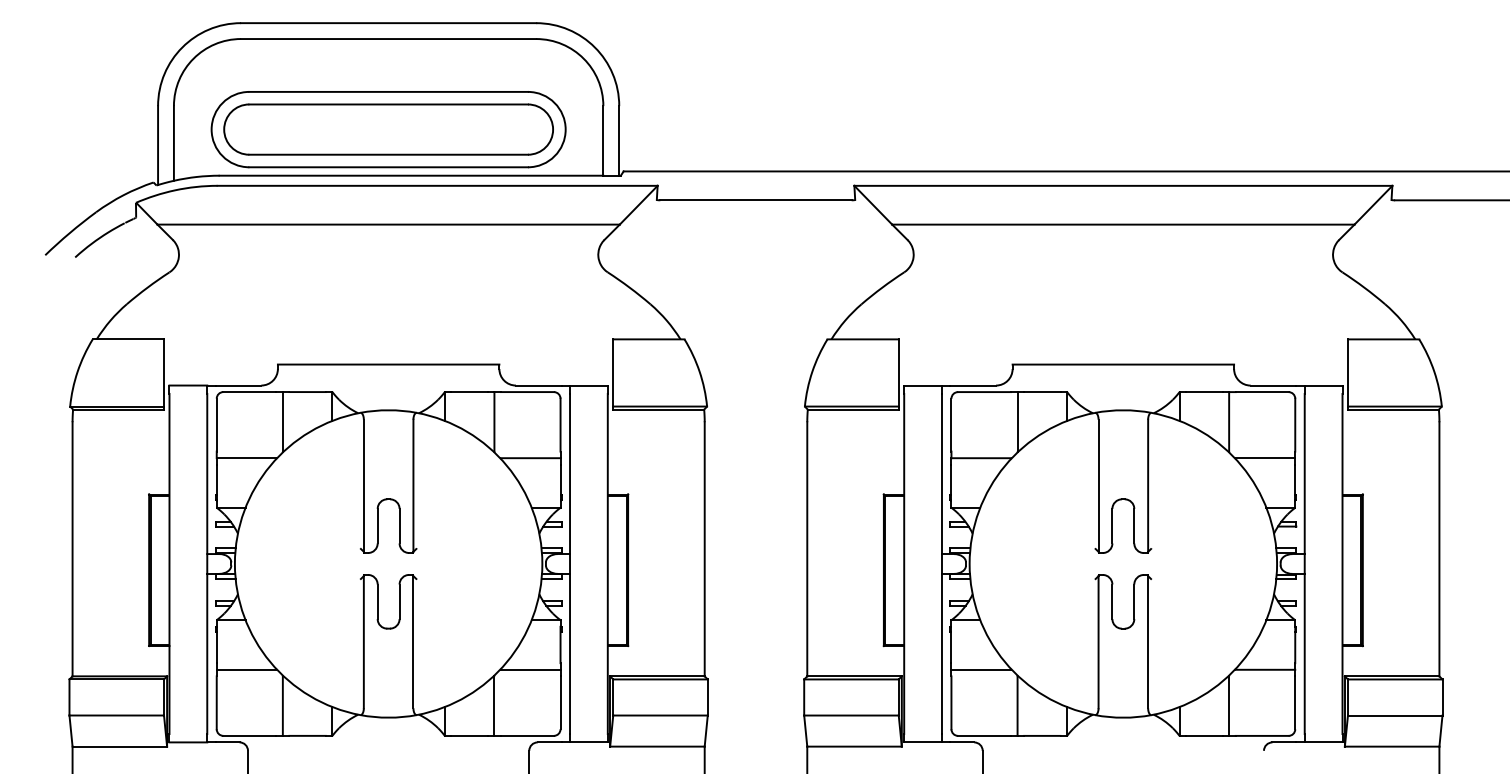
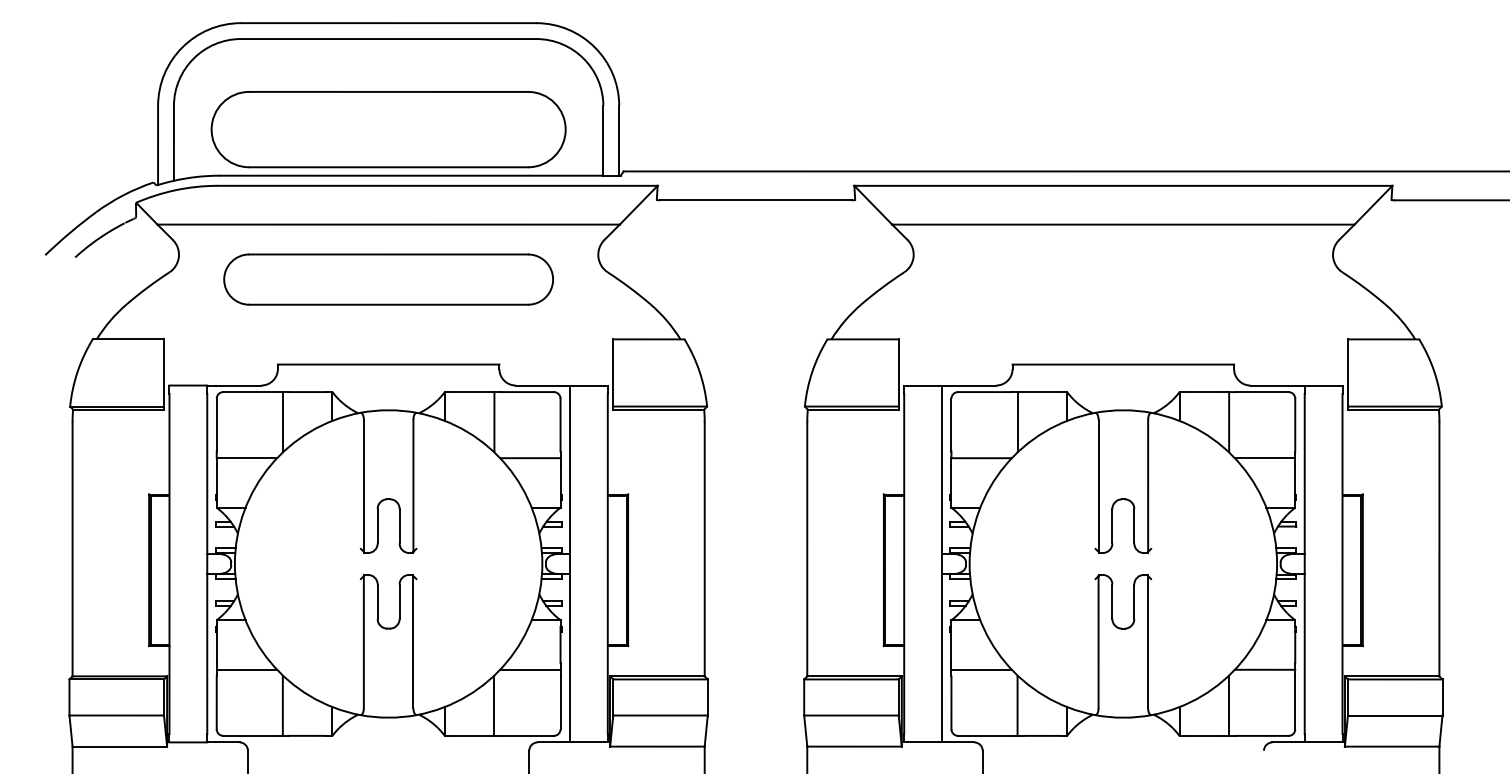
part at (388, 129) position: (388, 129) -> (388, 279)
